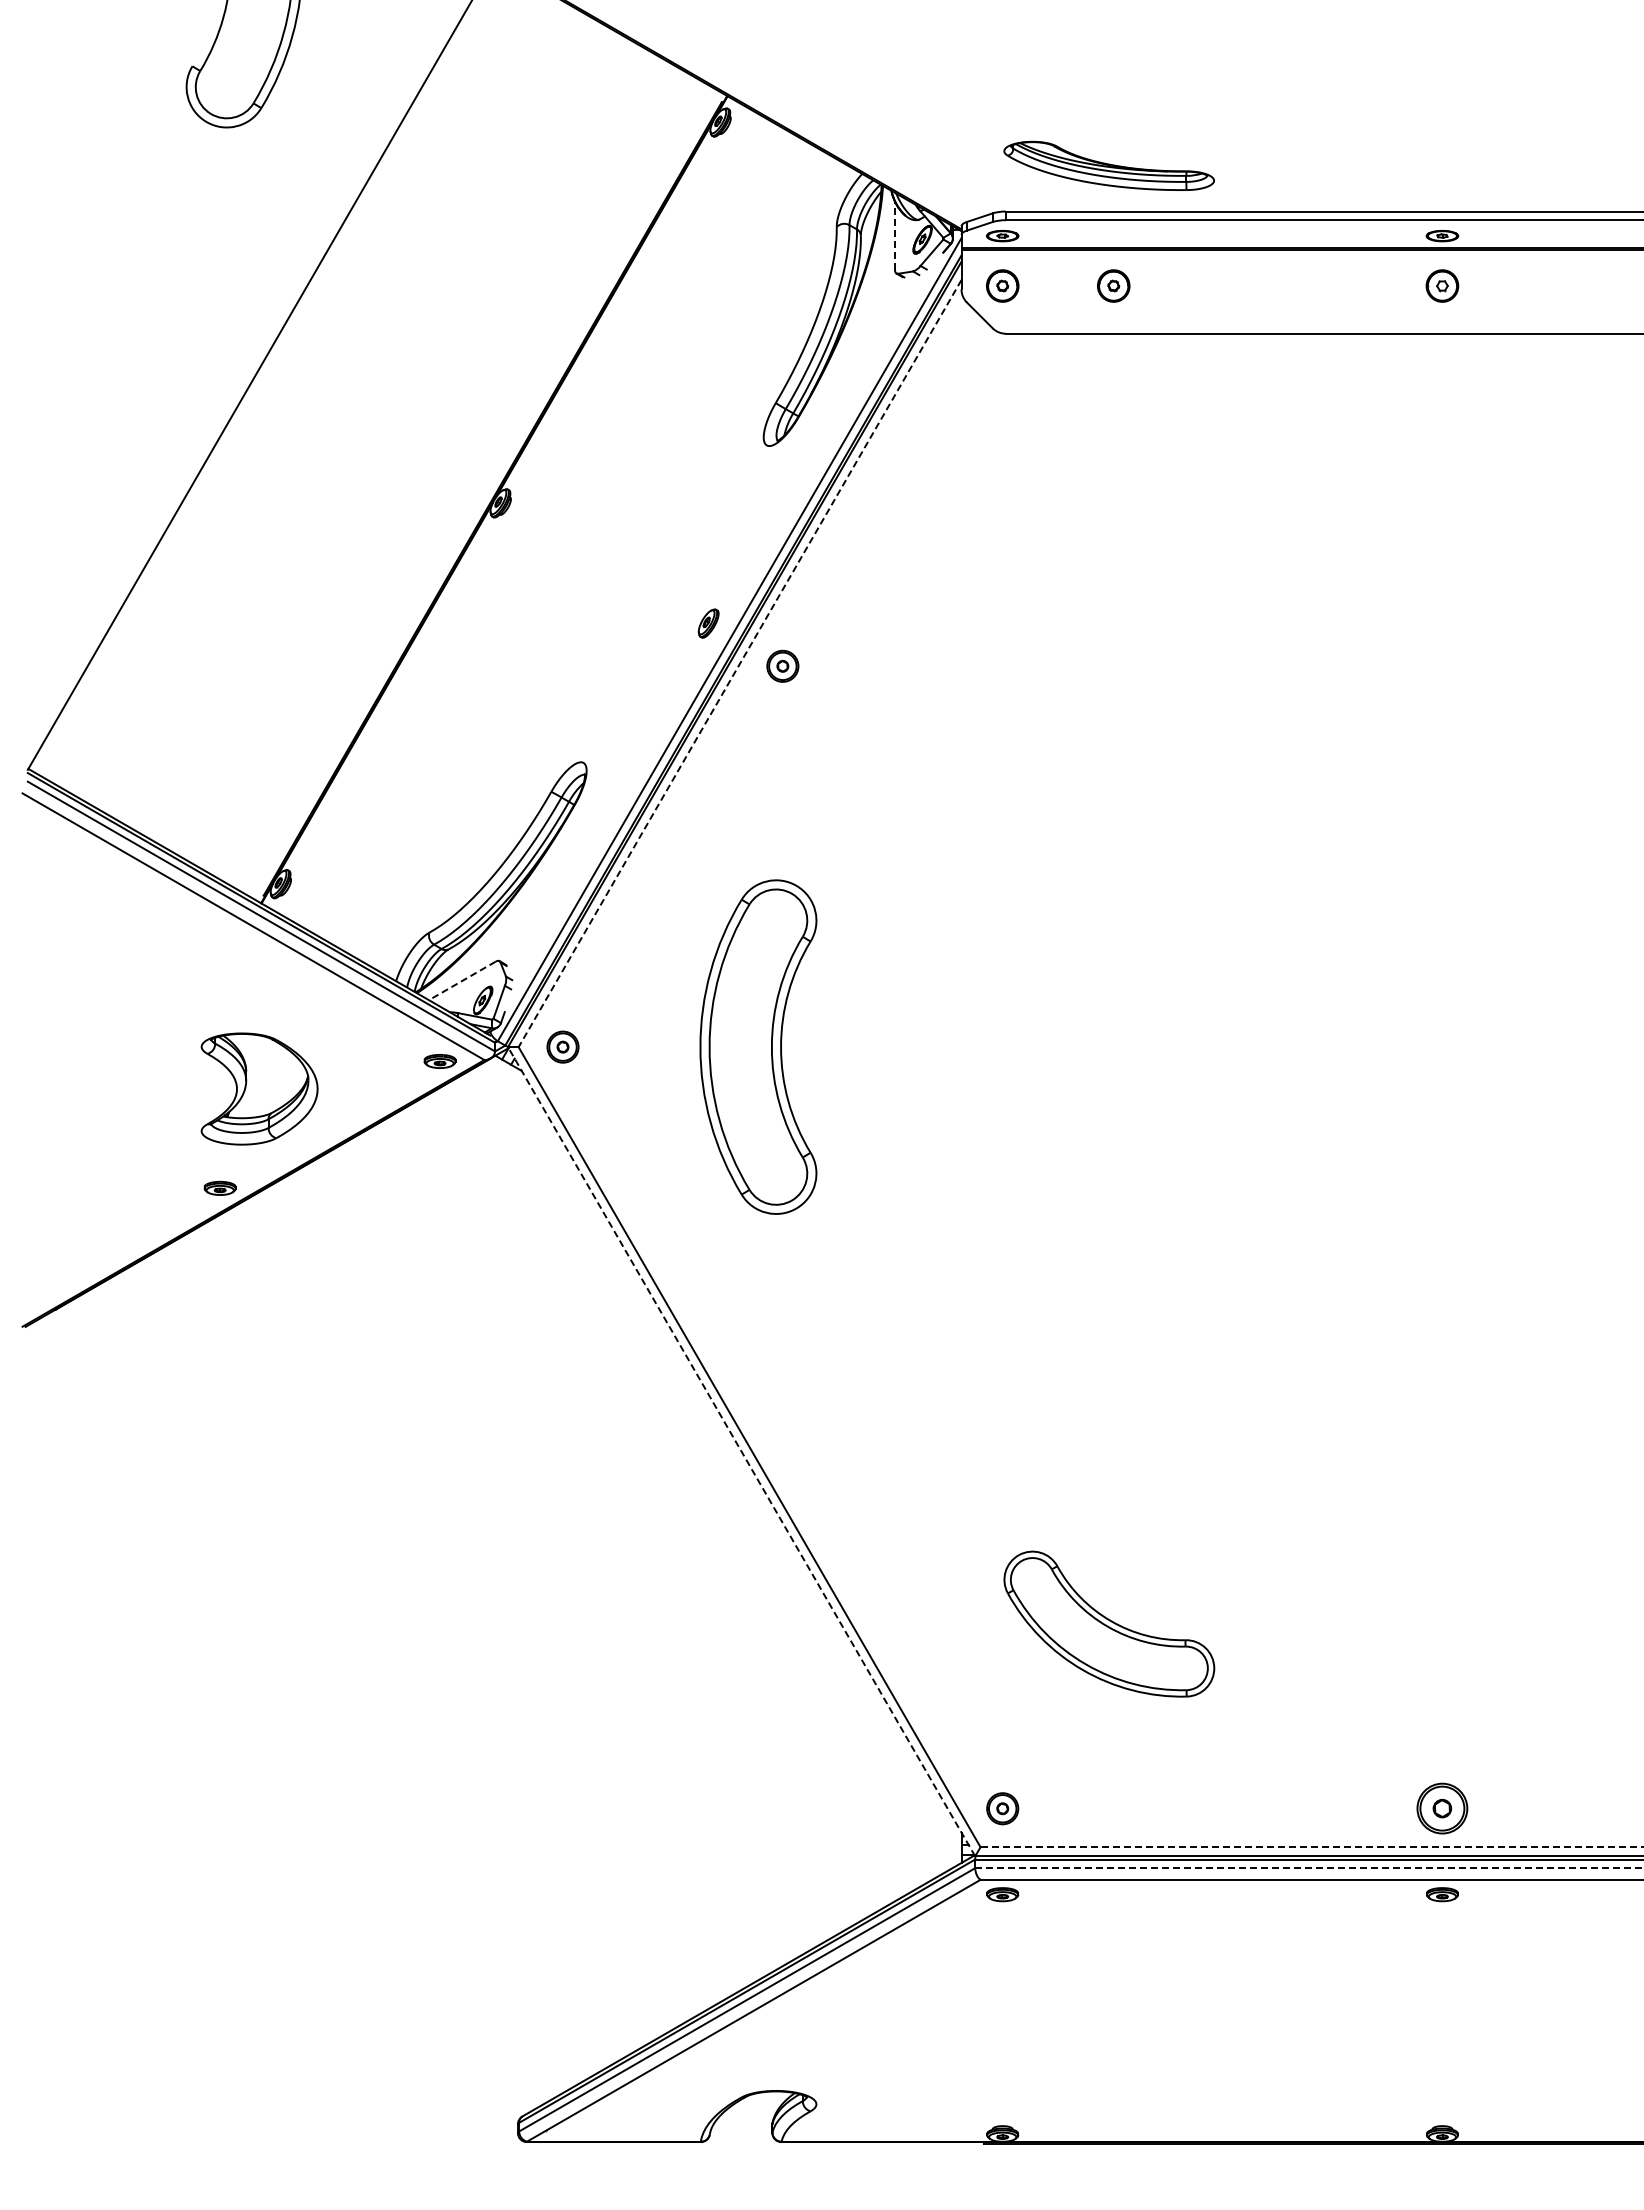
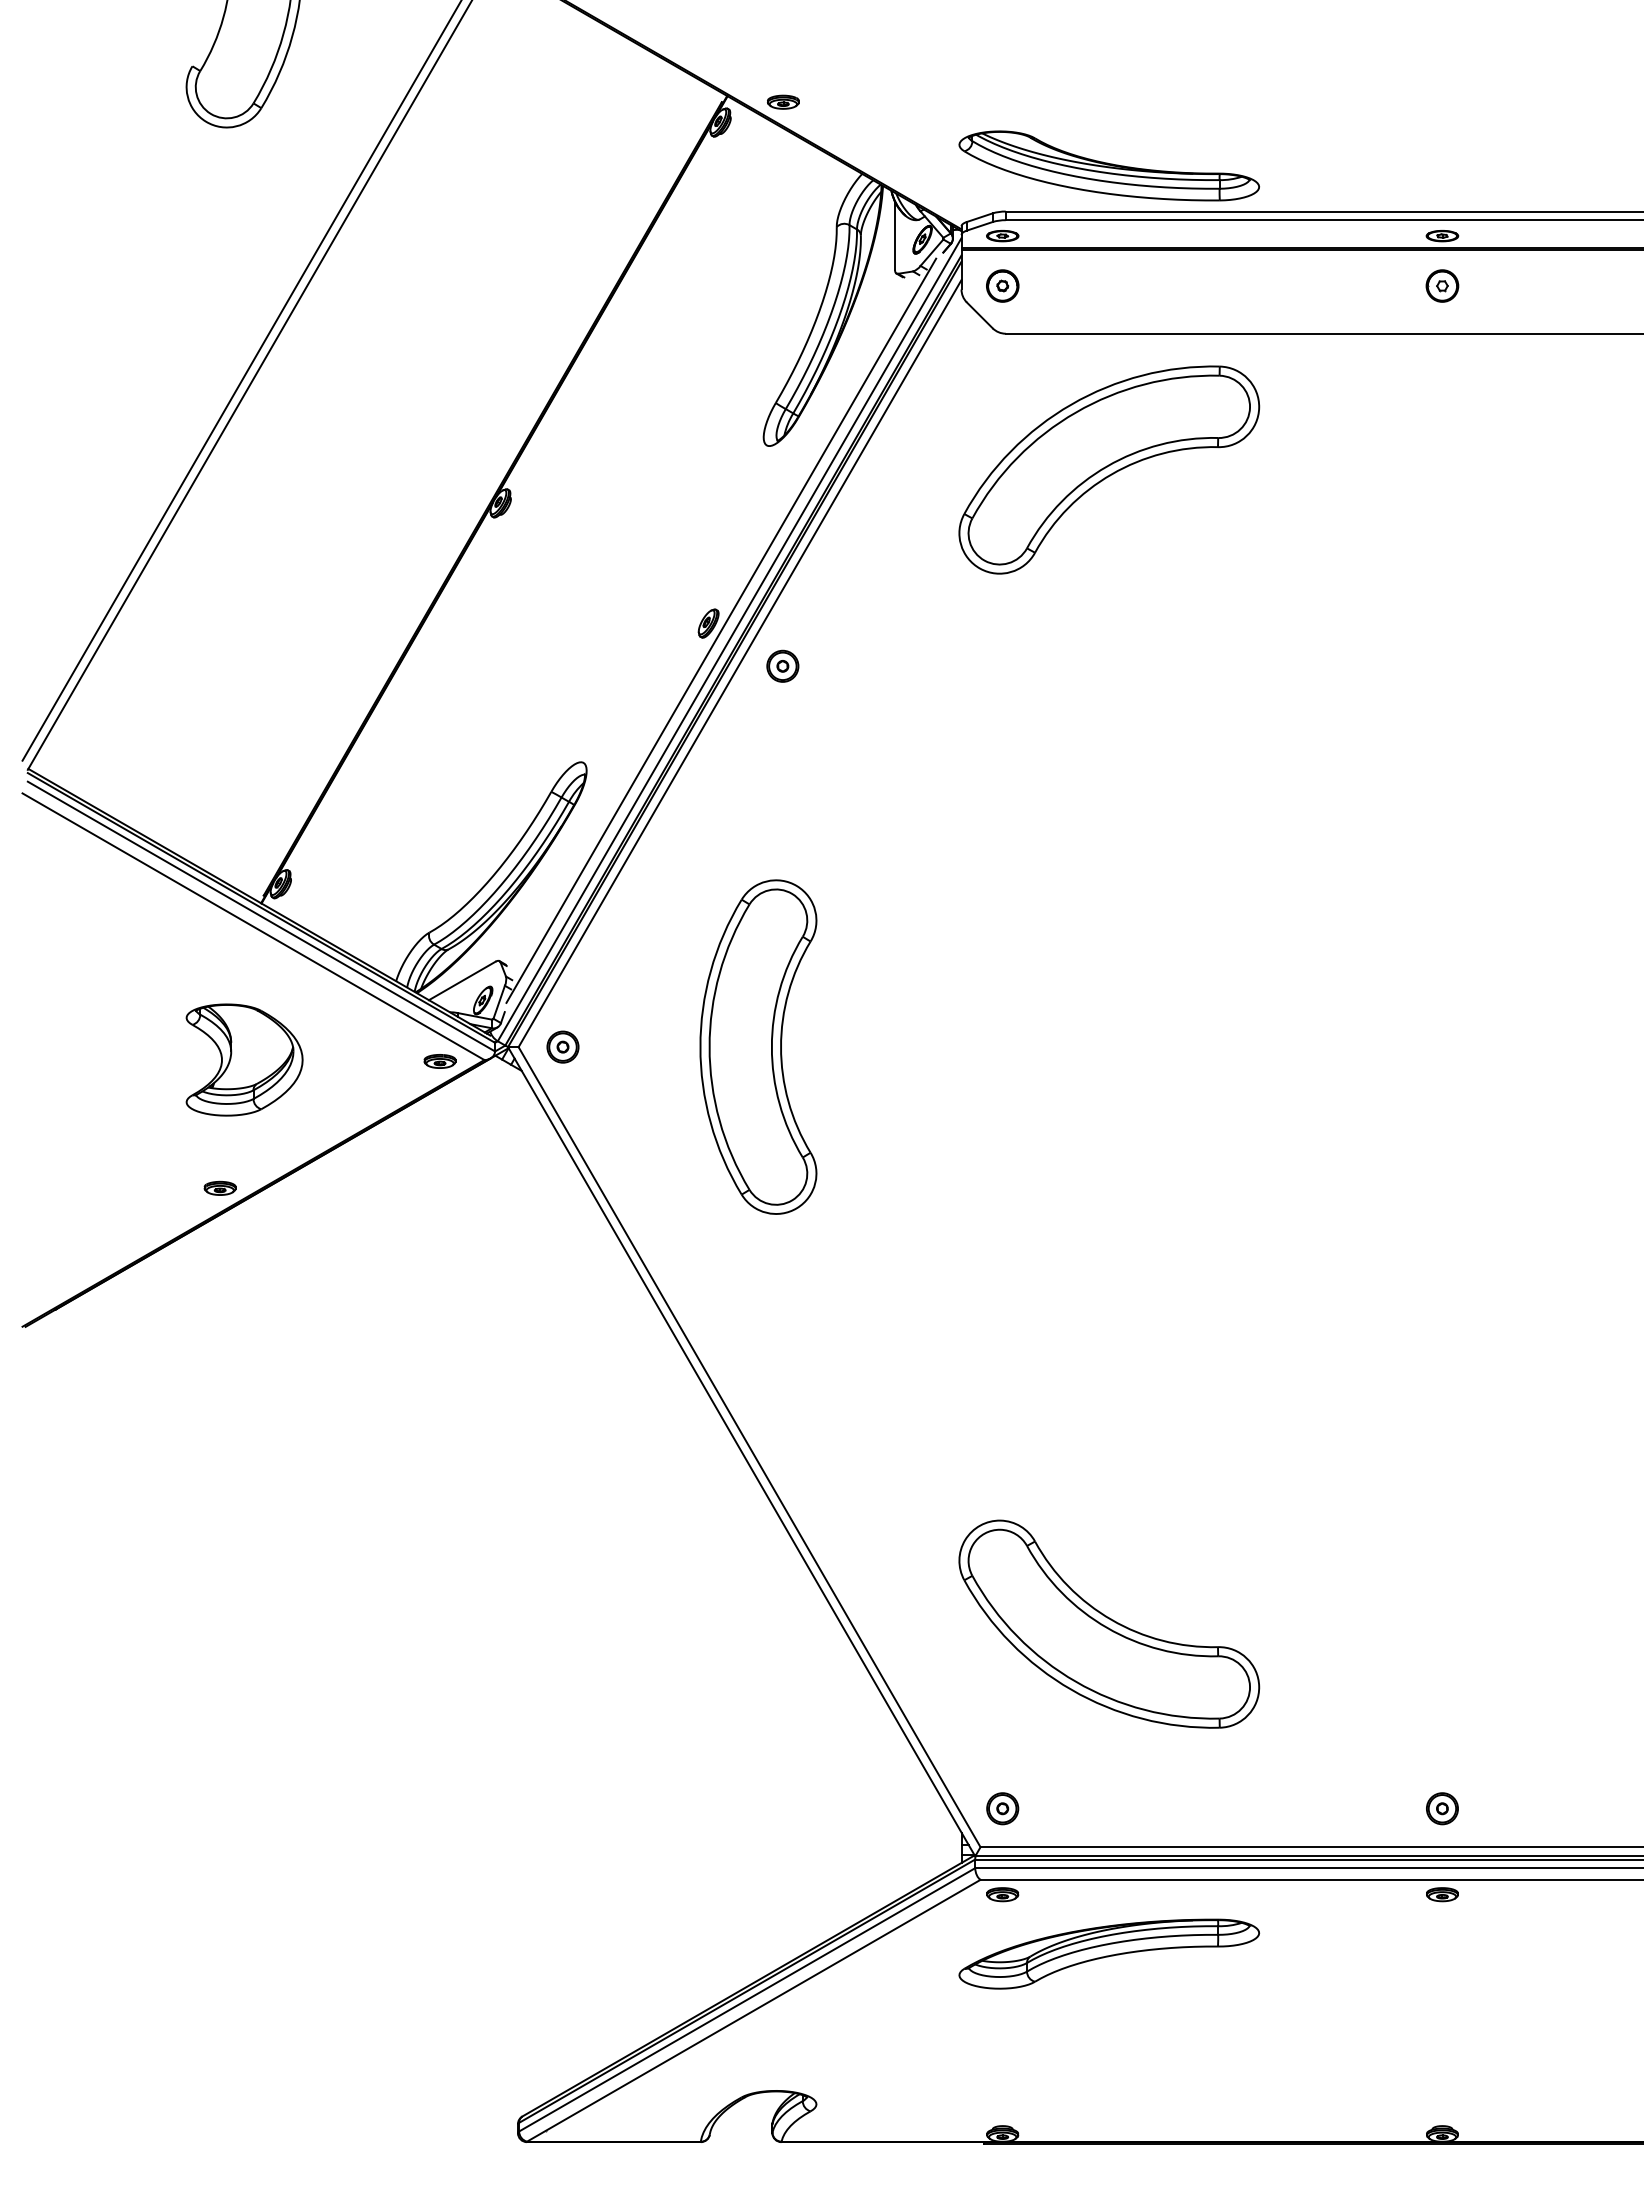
part at (783, 101): none -> present
part at (1108, 165) size: 212x51 px -> 302x72 px
line at (895, 235): dashed -> solid
part at (1113, 285): present -> none
line at (241, 381): none -> present
part at (1109, 469): none -> present
line at (721, 630): none -> present
line at (740, 663): dashed -> solid
line at (461, 981): dashed -> solid
part at (259, 1088) position: (259, 1088) -> (244, 1059)
line at (741, 1451): dashed -> solid
part at (1109, 1623) size: 213x148 px -> 303x210 px
part at (1442, 1808) size: 53x53 px -> 33x34 px
line at (1312, 1847): dashed -> solid
line at (1310, 1868): dashed -> solid
part at (1109, 1953): none -> present
